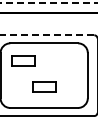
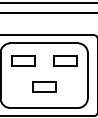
line at (49, 3): dashed -> solid
line at (46, 35): dashed -> solid
part at (65, 60): none -> present
